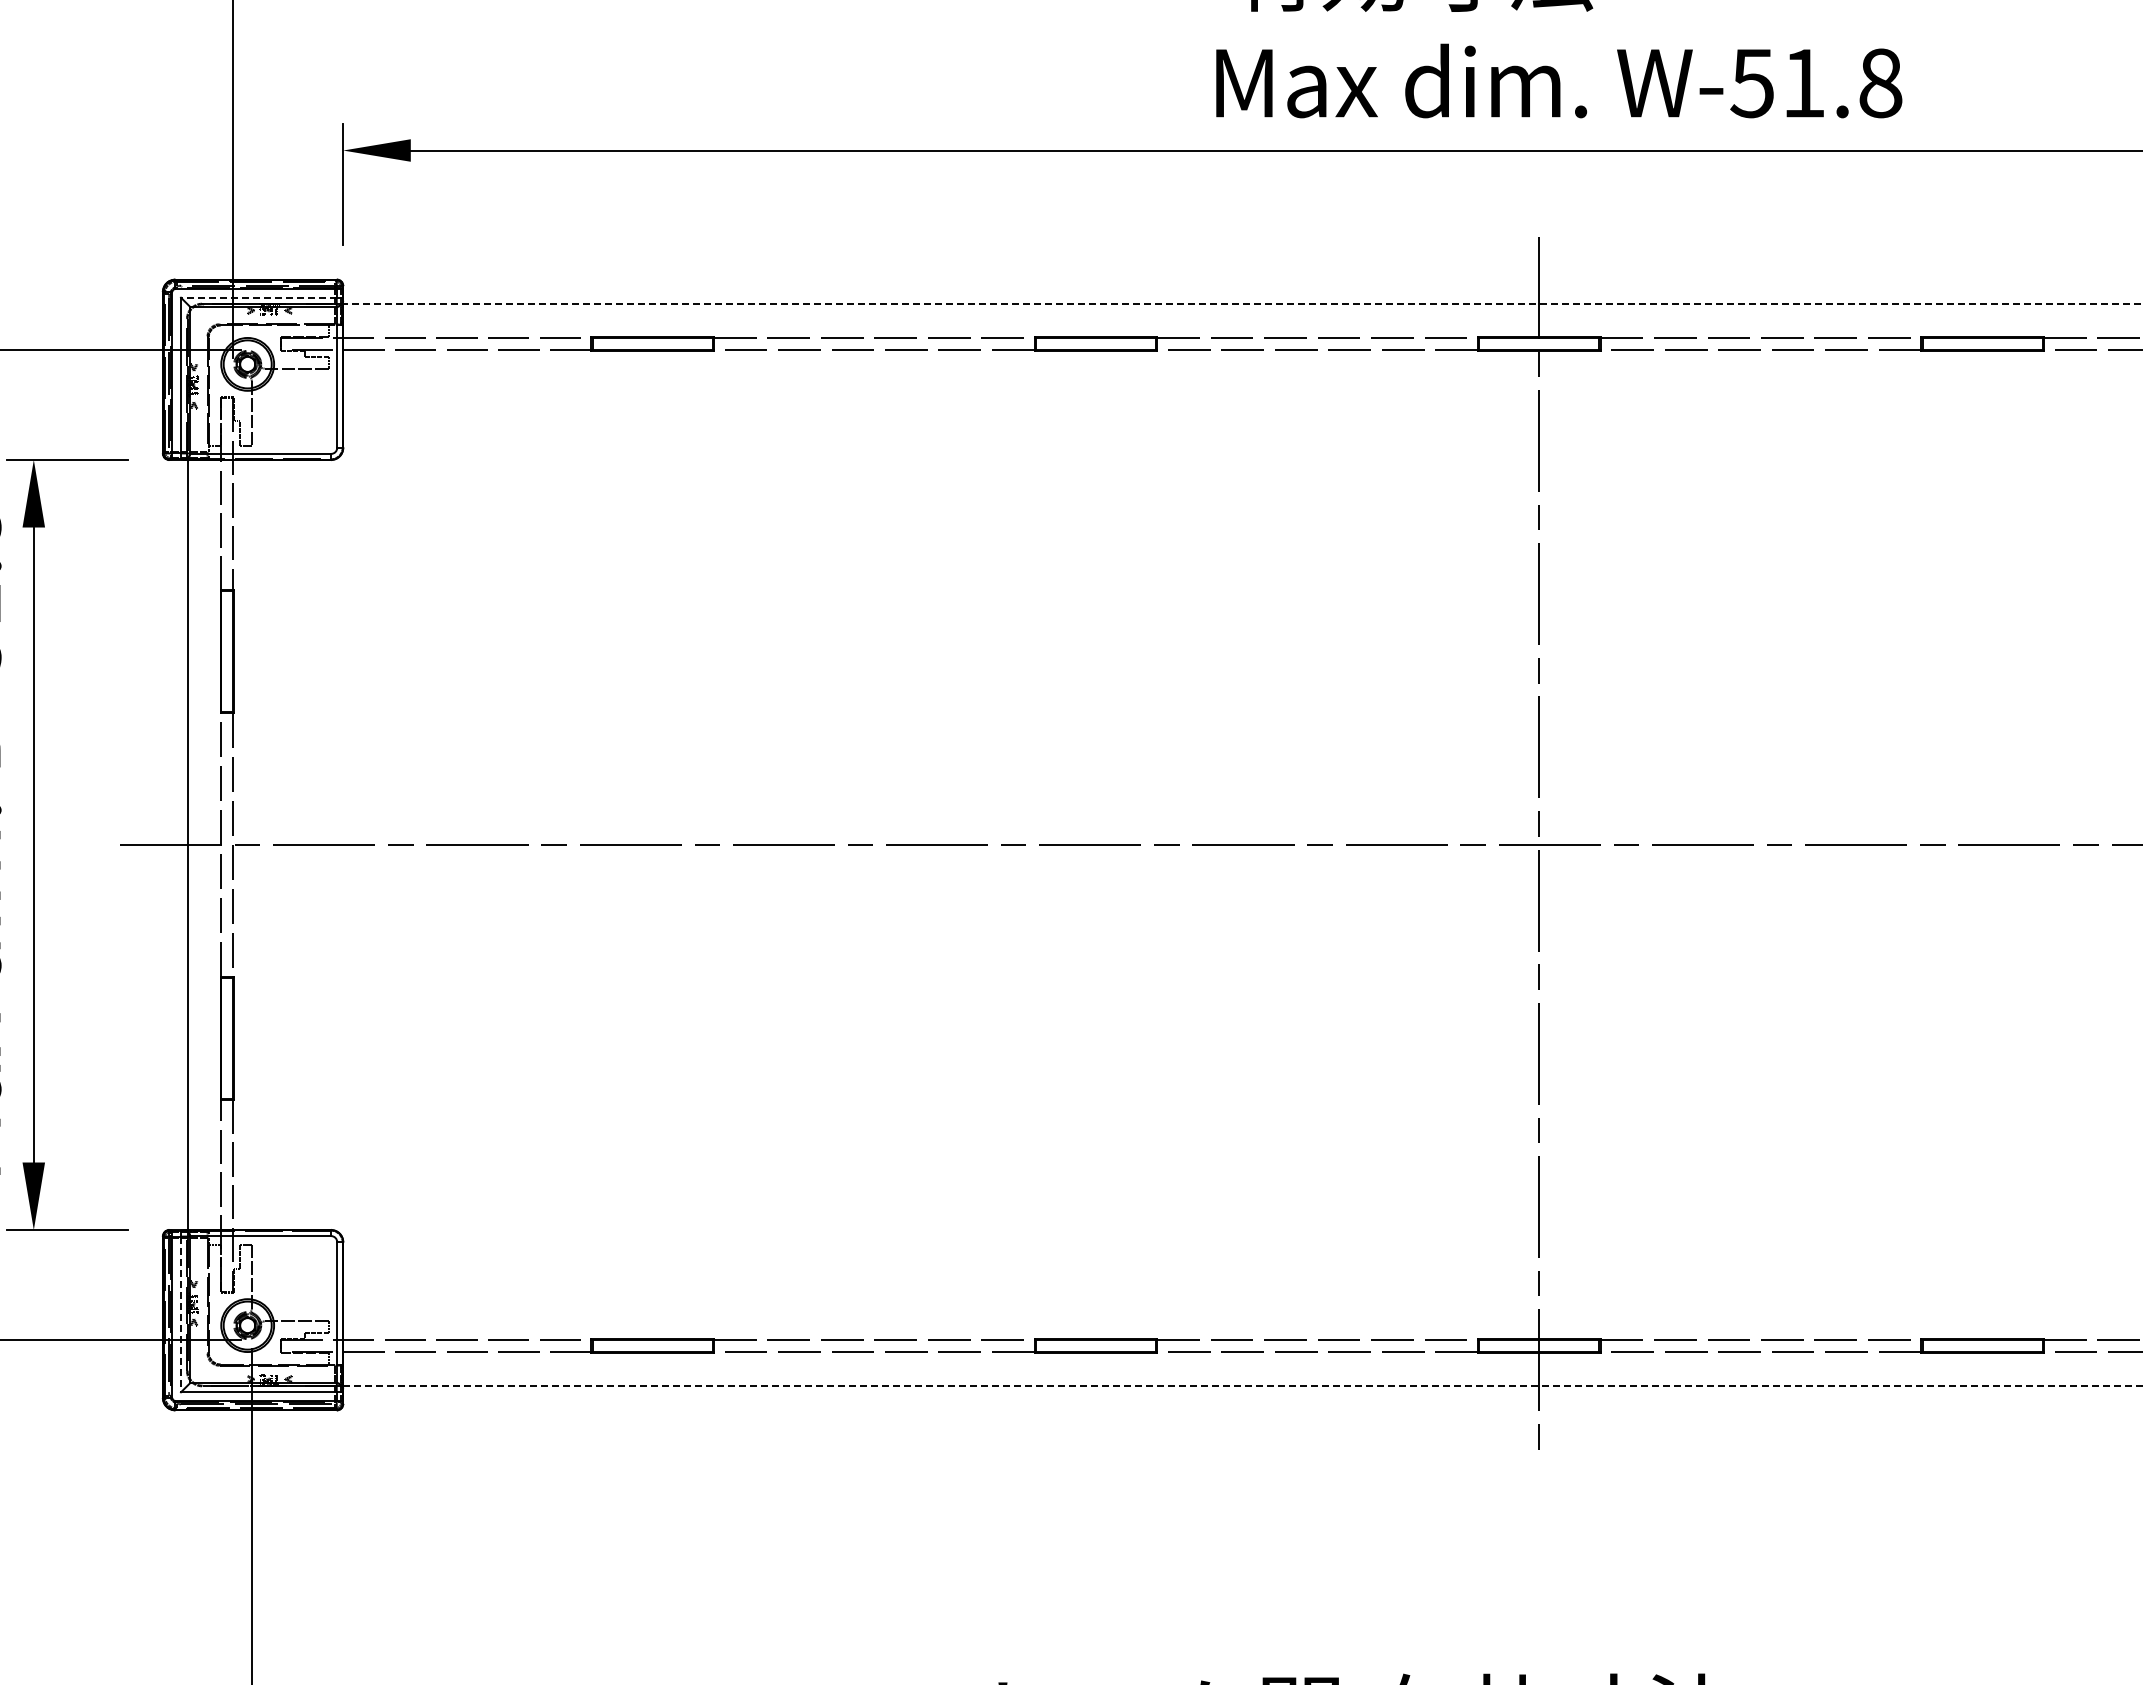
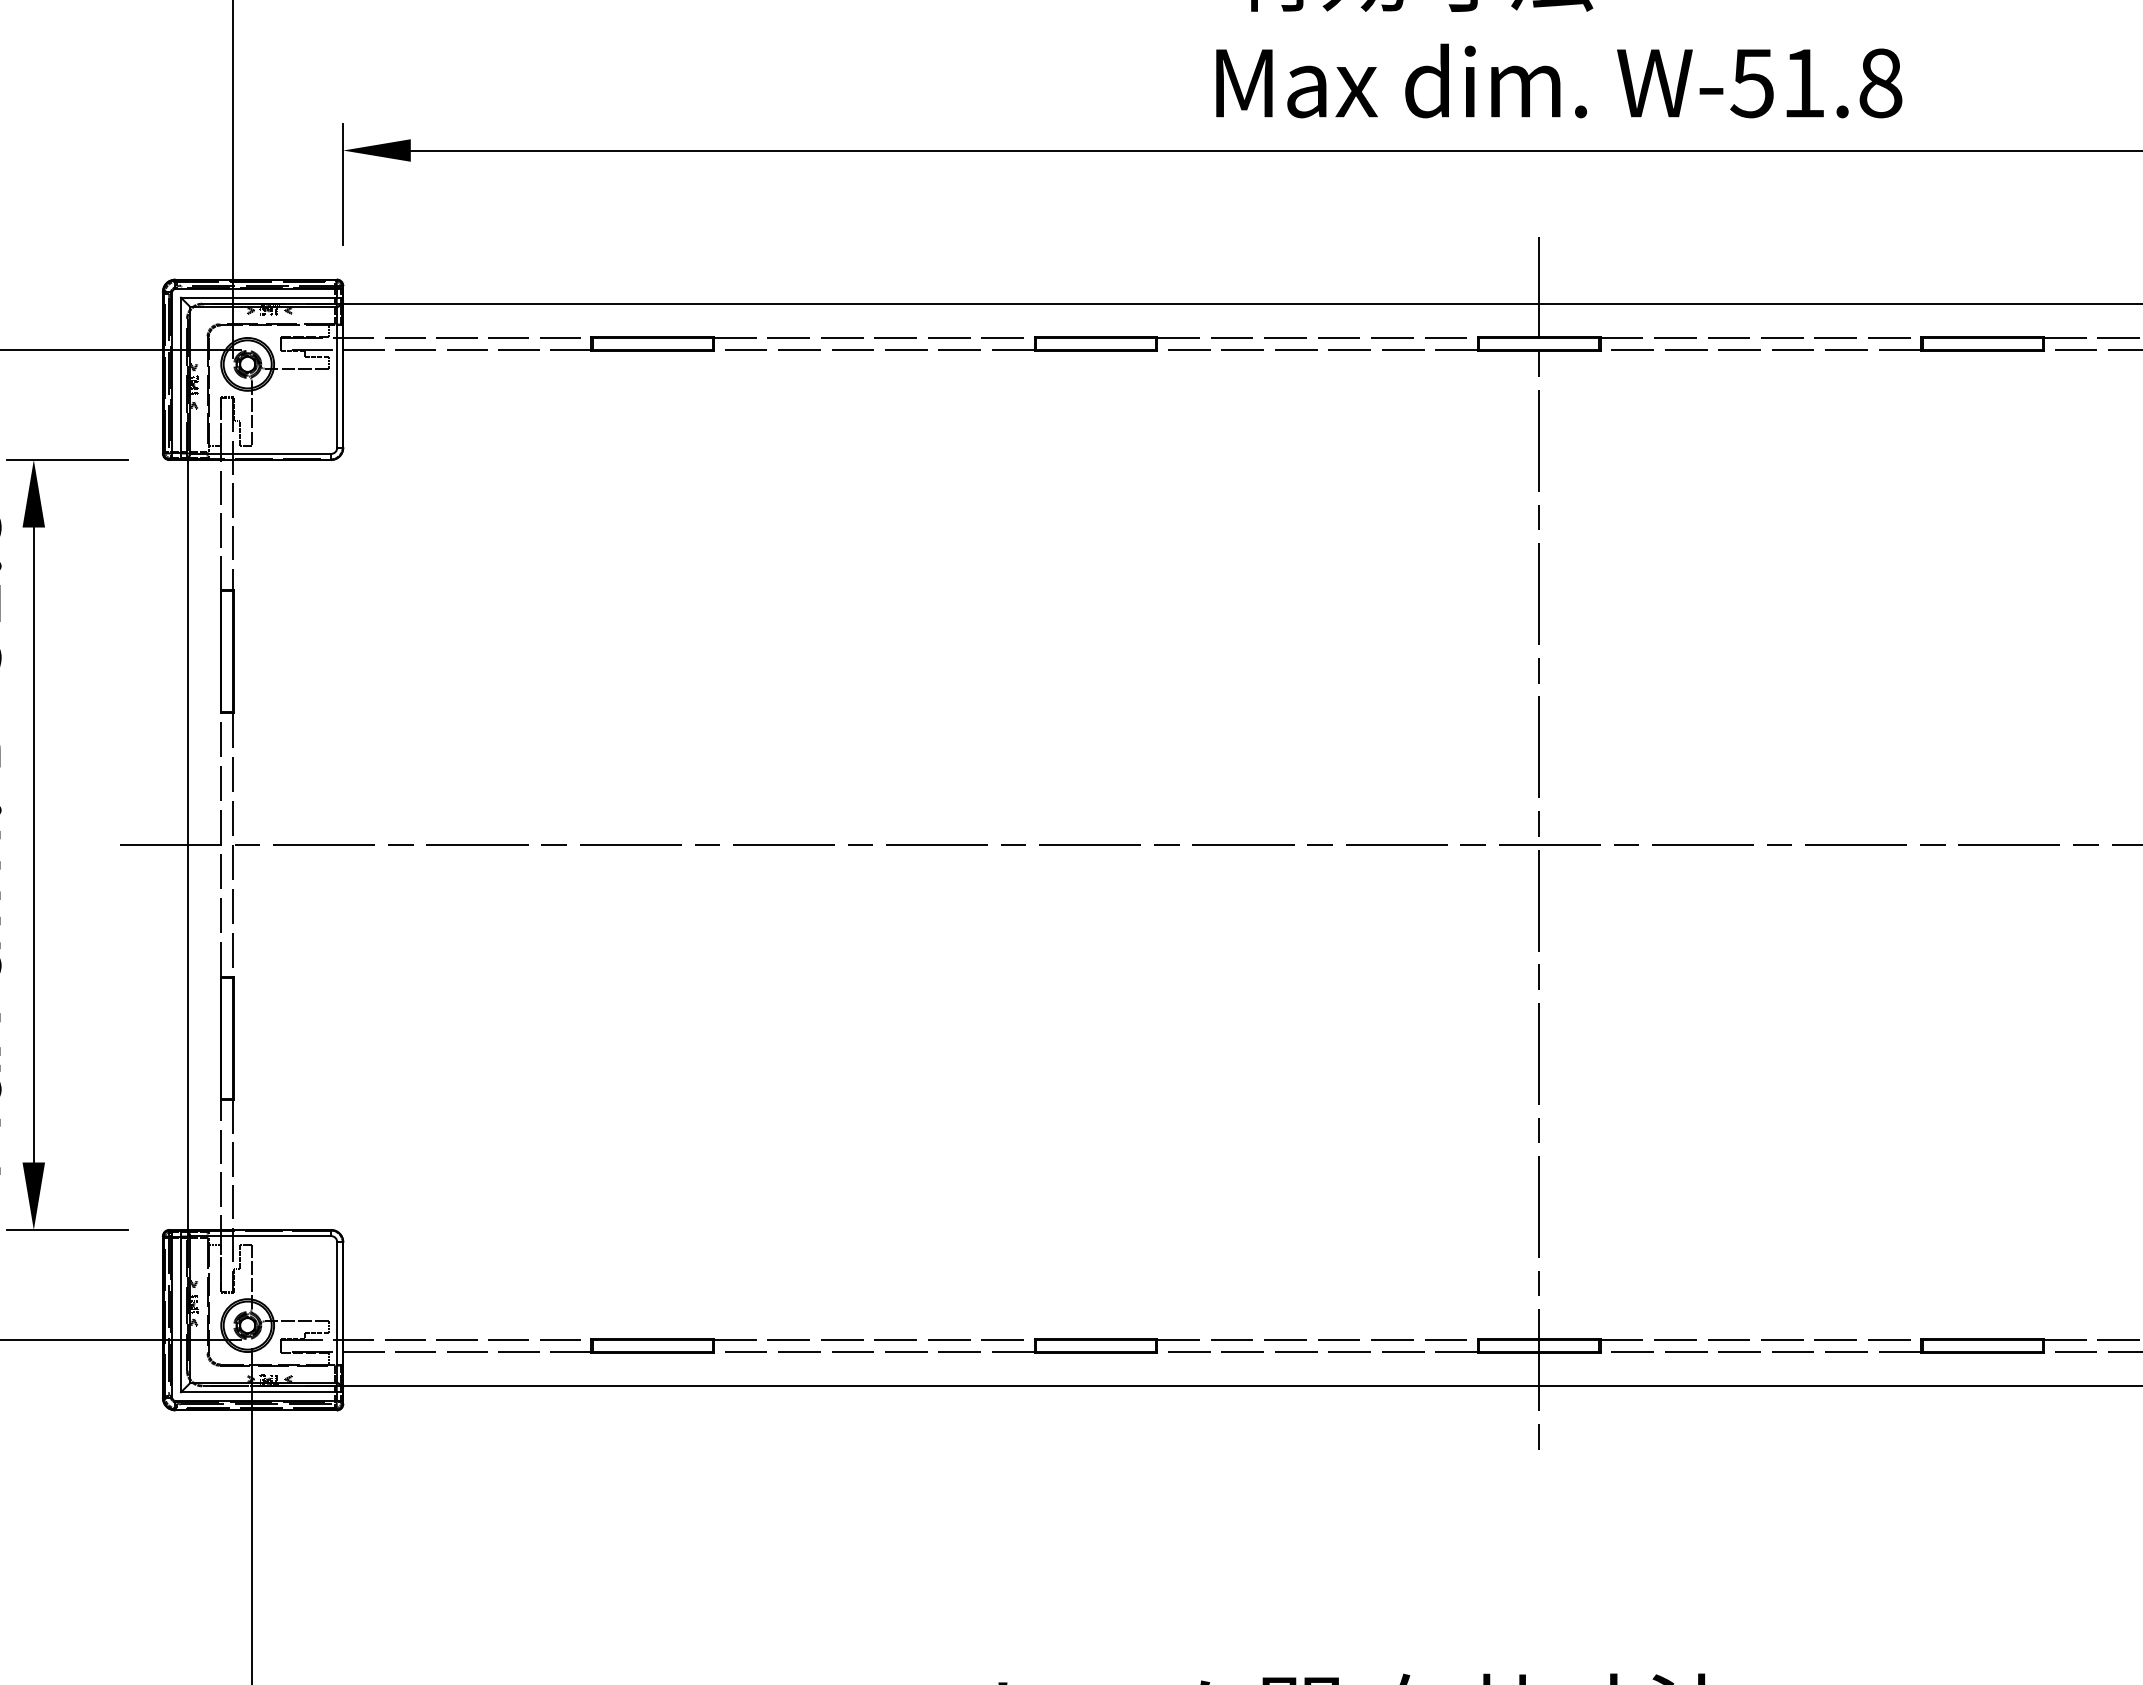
line at (258, 297): dashed -> solid
line at (1242, 304): dashed -> solid
line at (181, 1314): dashed -> solid
line at (1242, 1385): dashed -> solid
